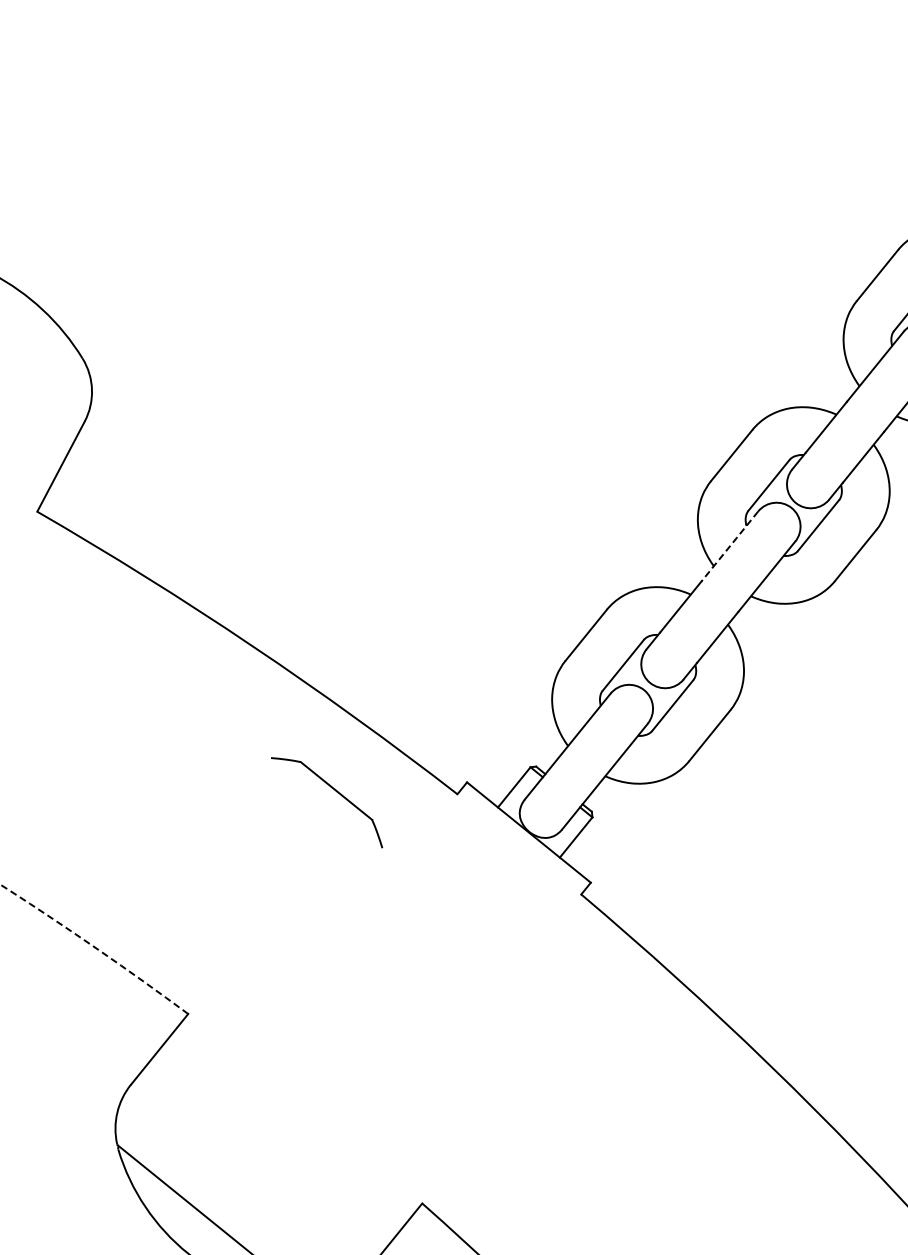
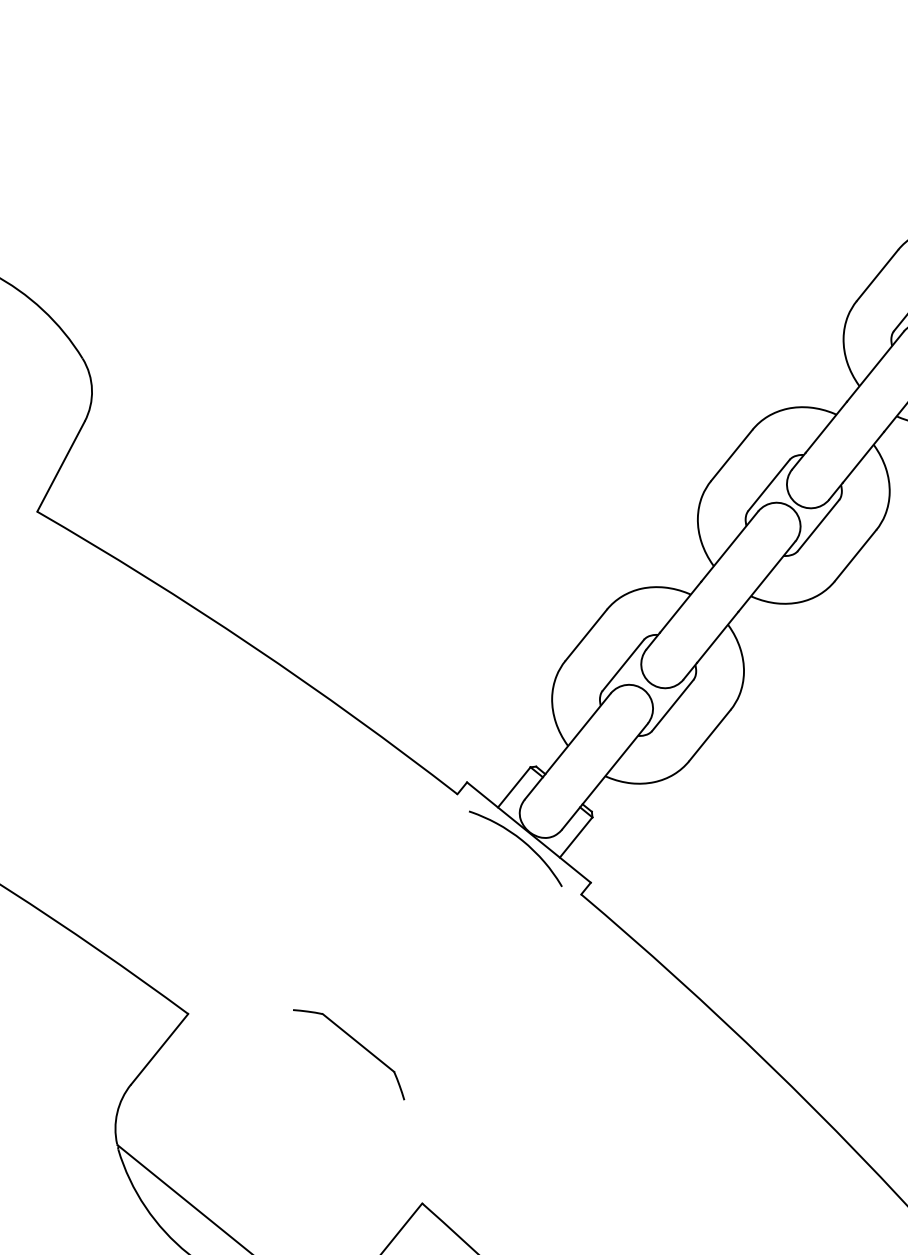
line at (729, 547): dashed -> solid
part at (336, 792) position: (336, 792) -> (358, 1044)
curve at (521, 841): none -> present
arc at (95, 947): dashed -> solid
